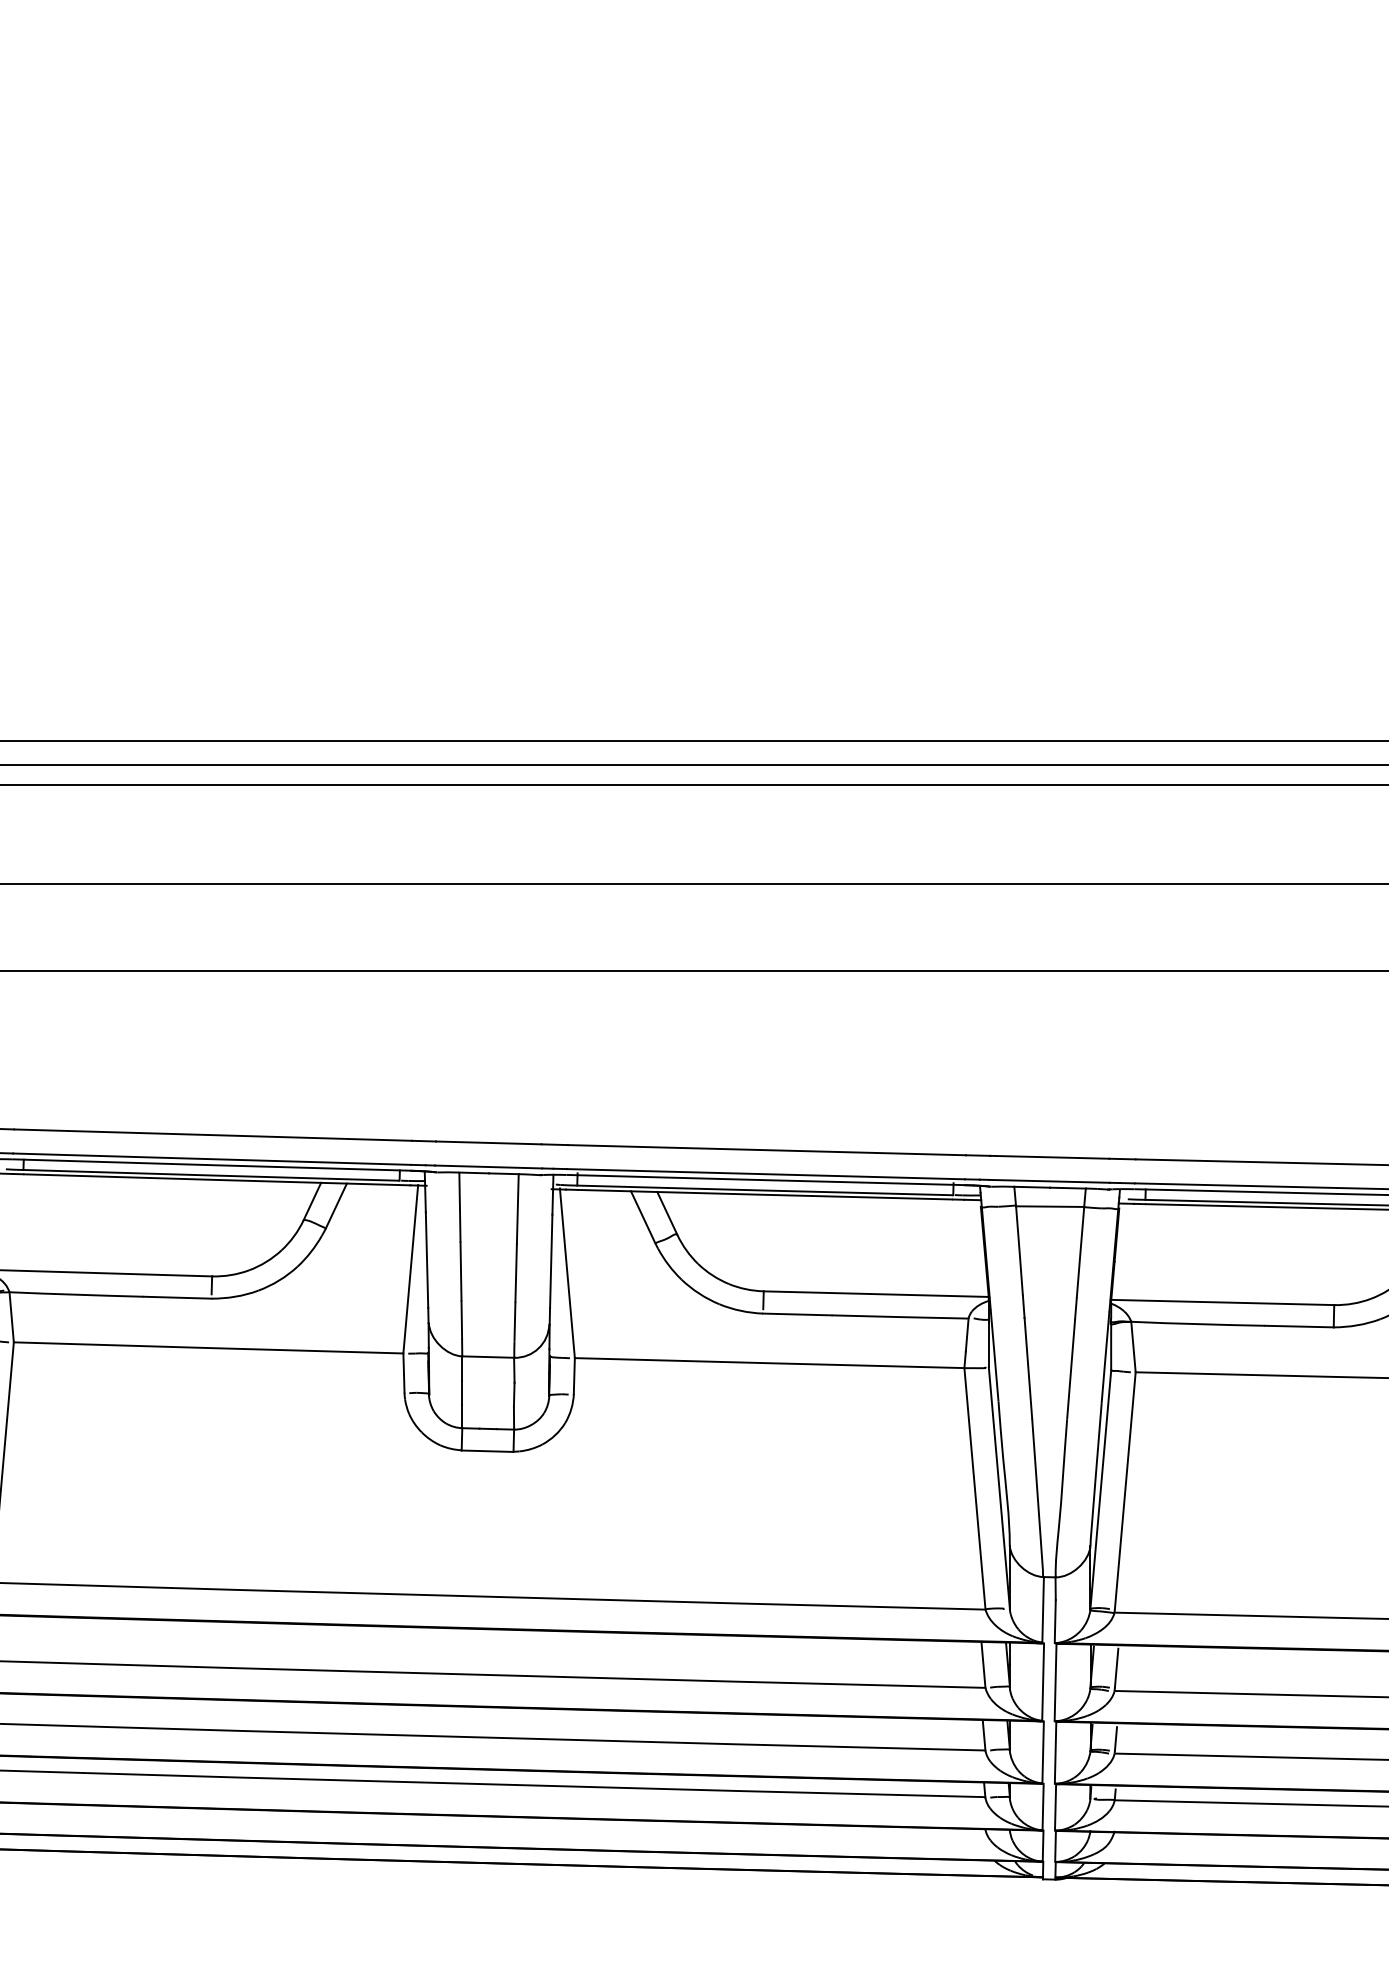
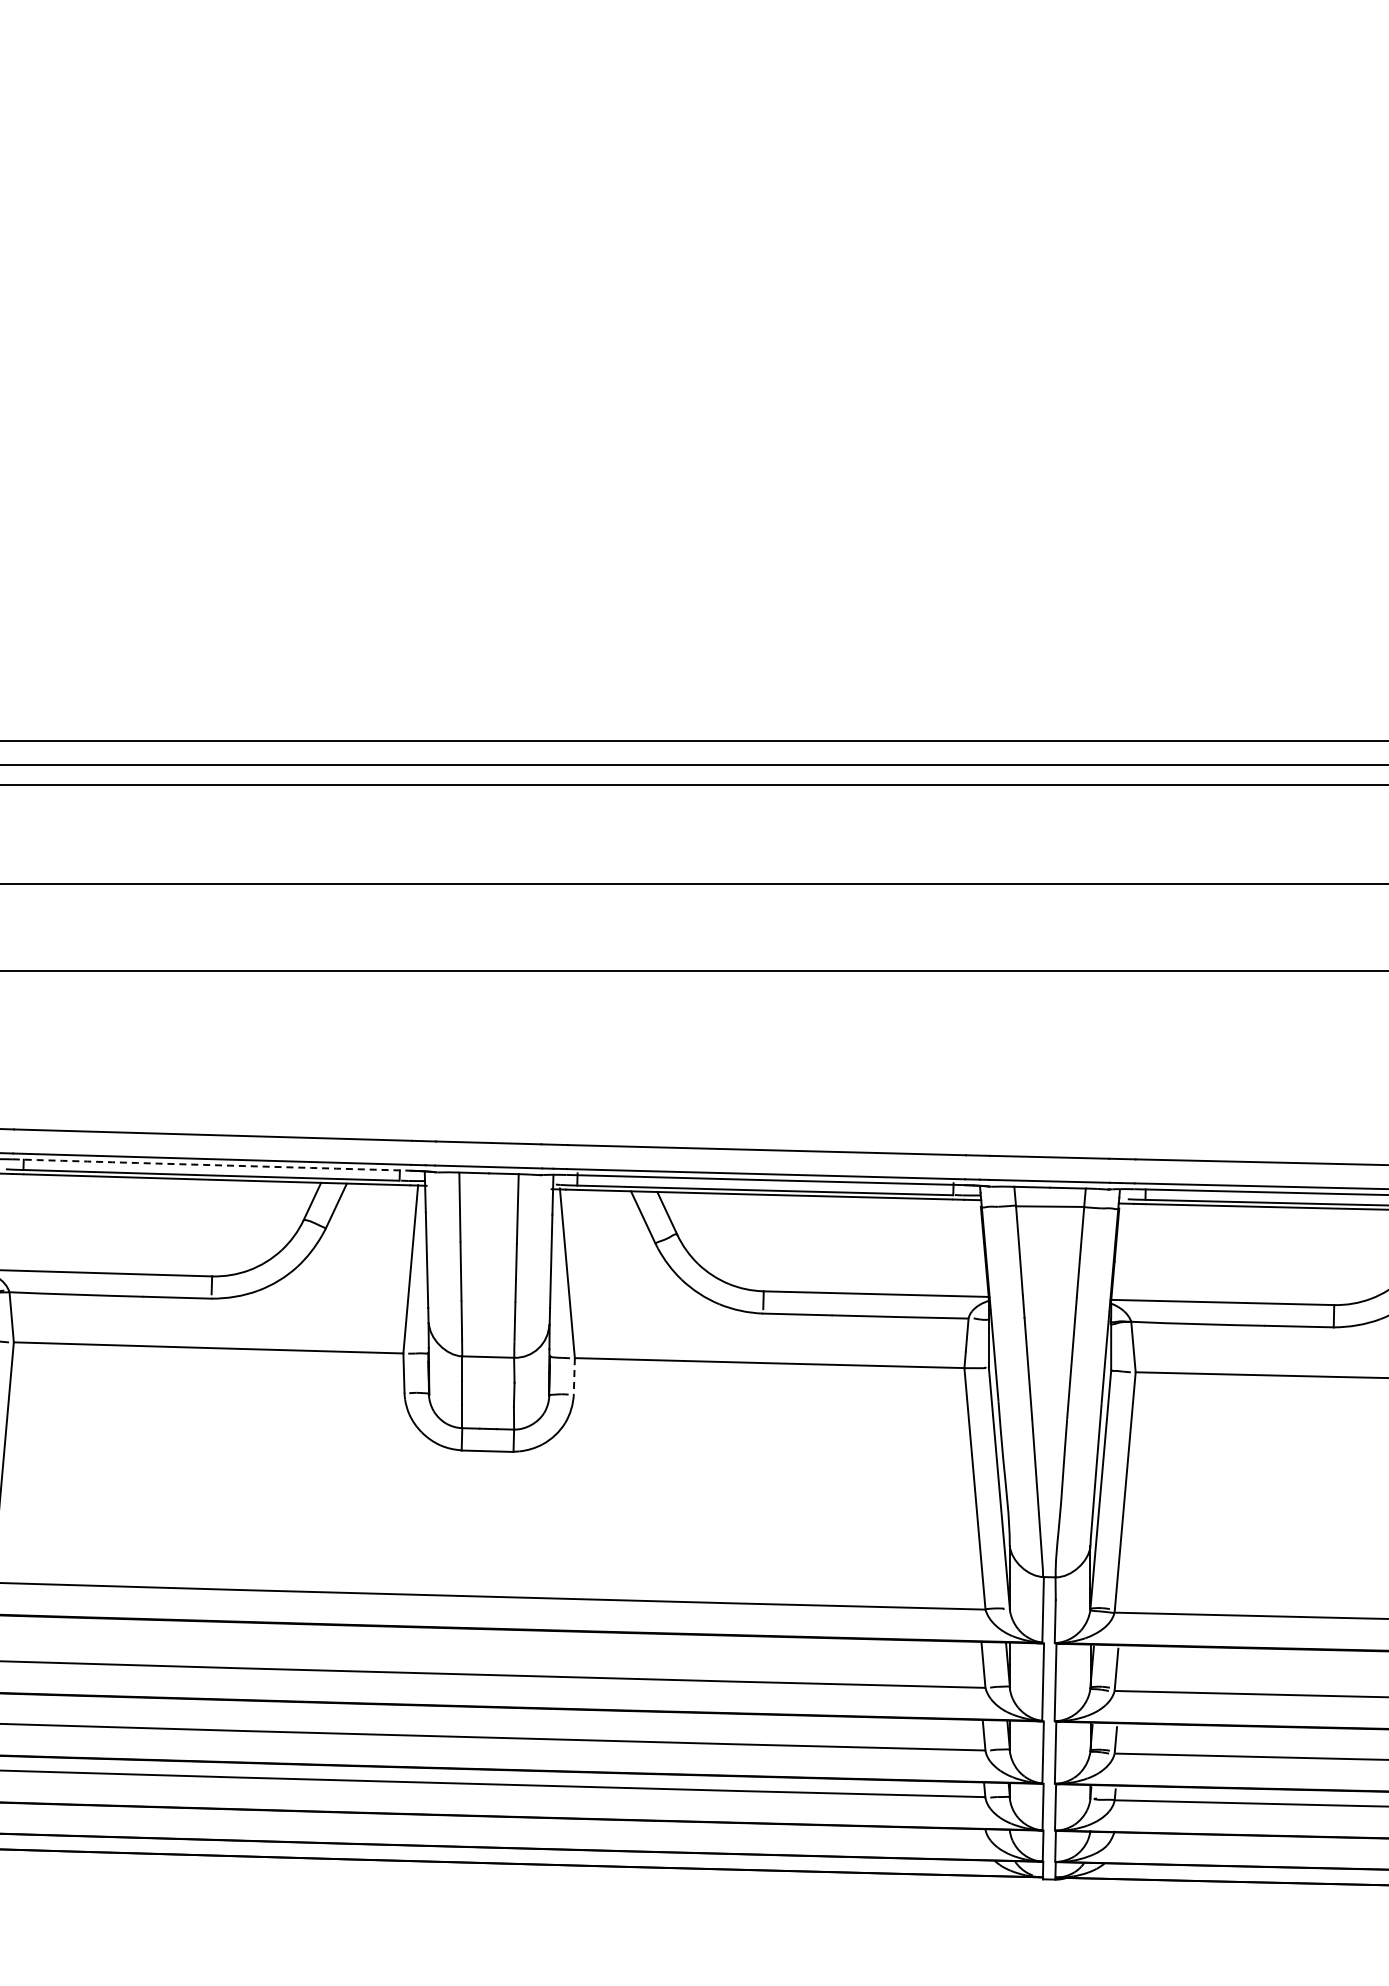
arc at (211, 1165): solid -> dashed
line at (574, 1376): solid -> dashed
